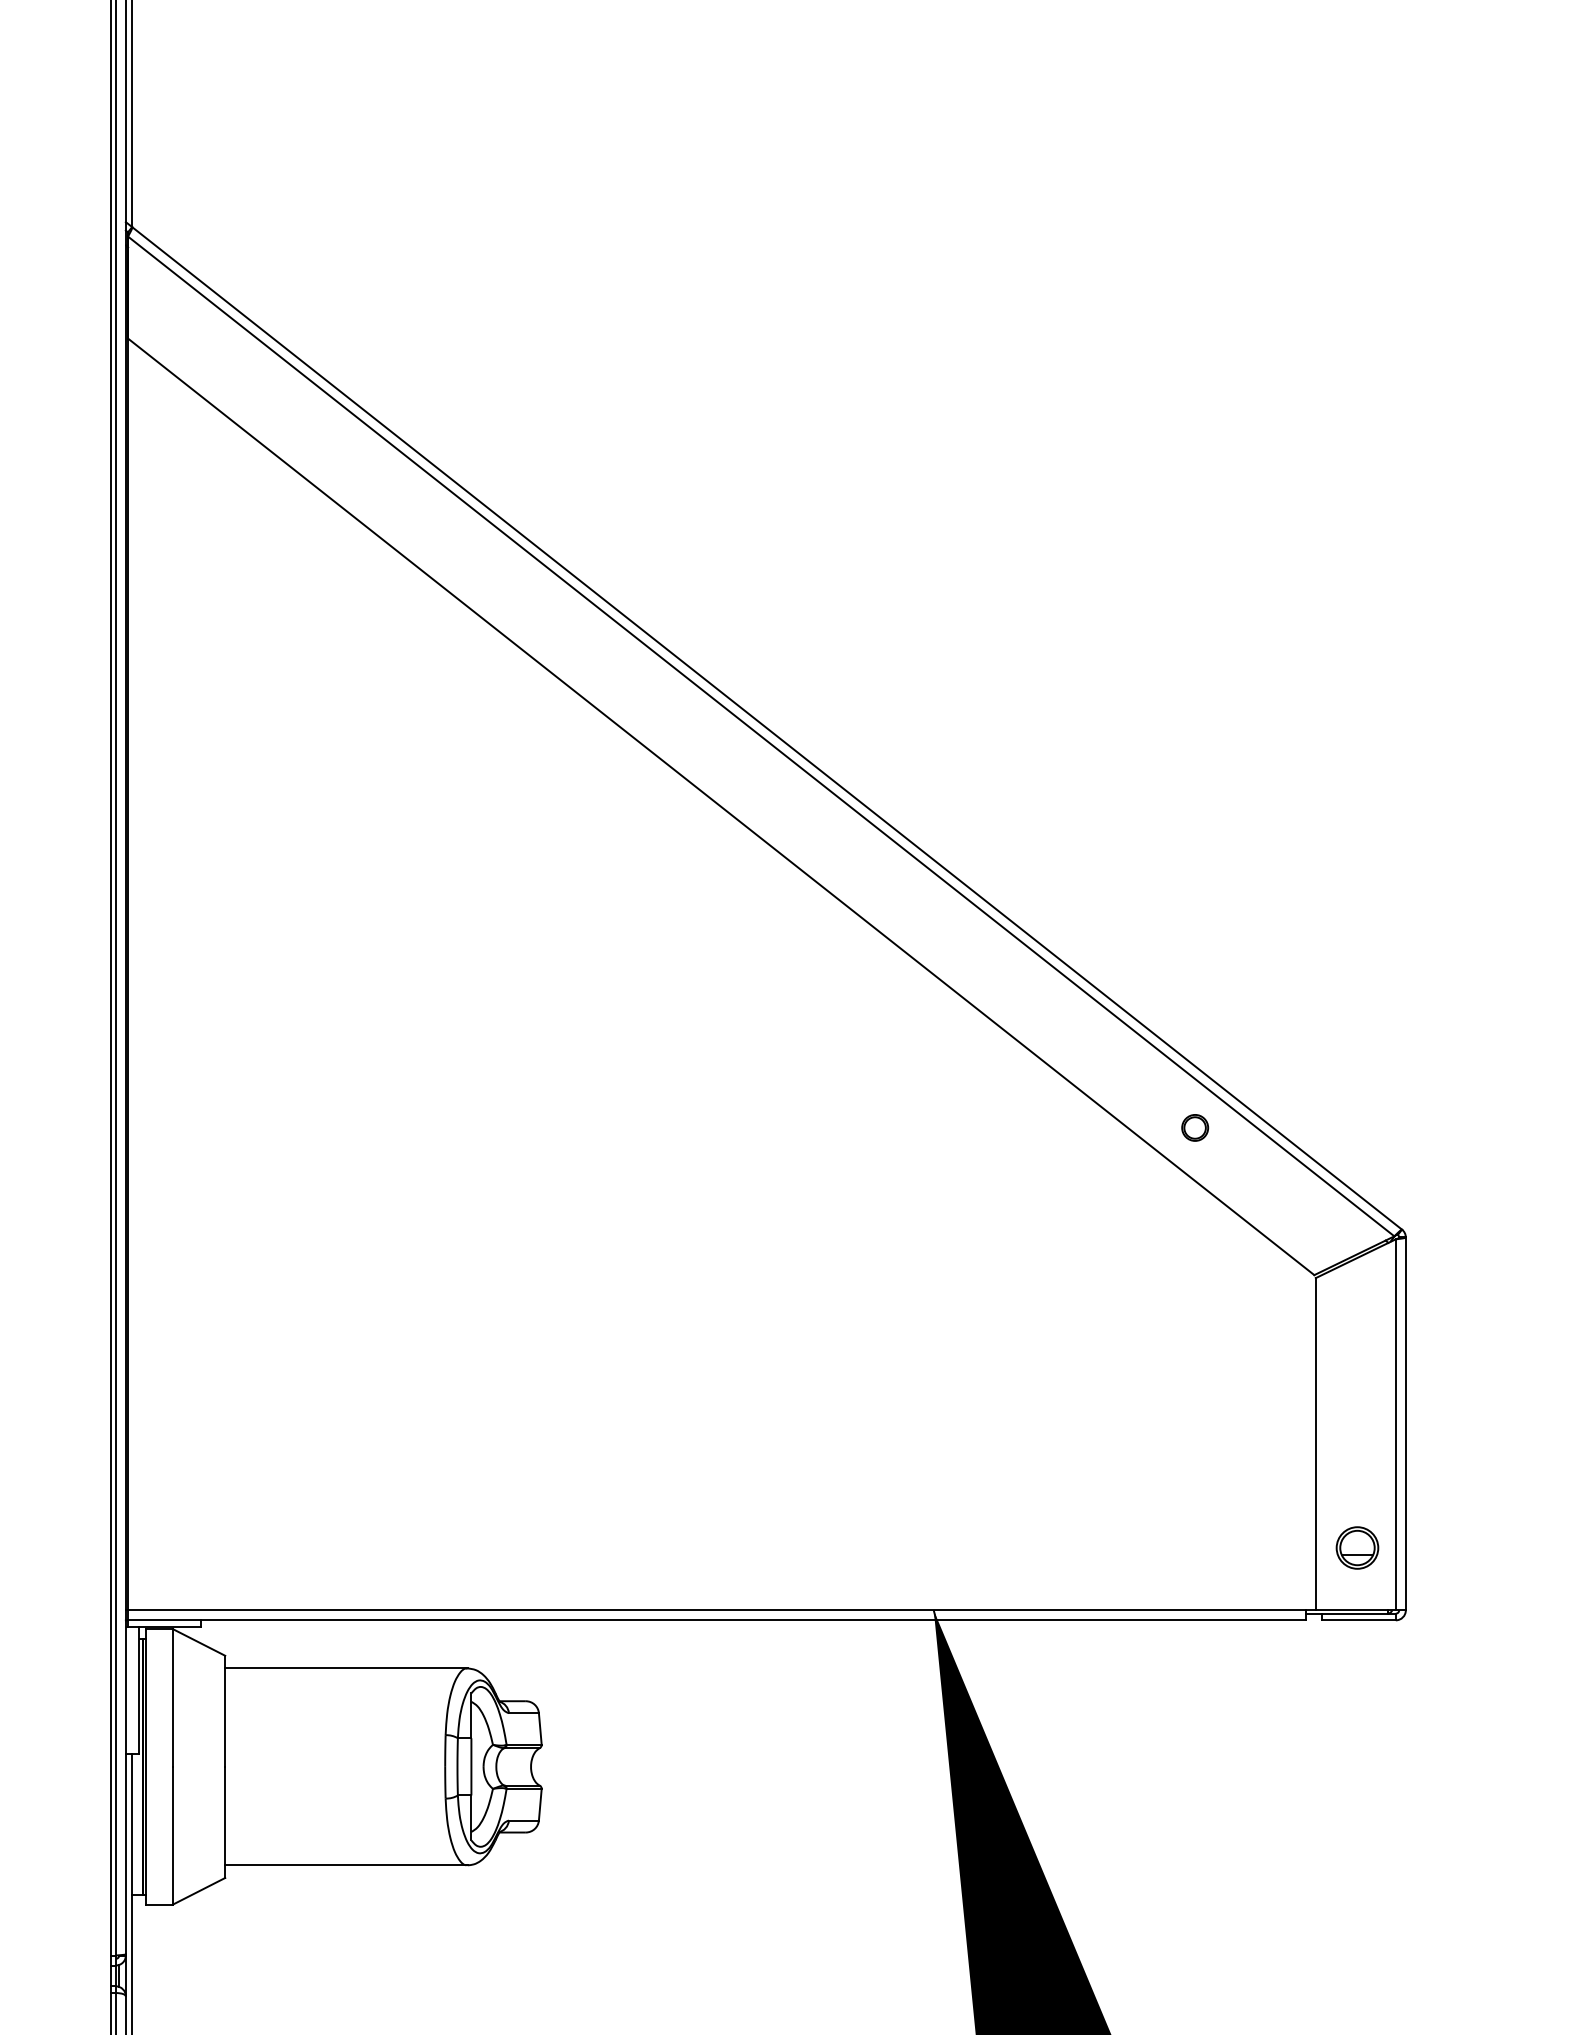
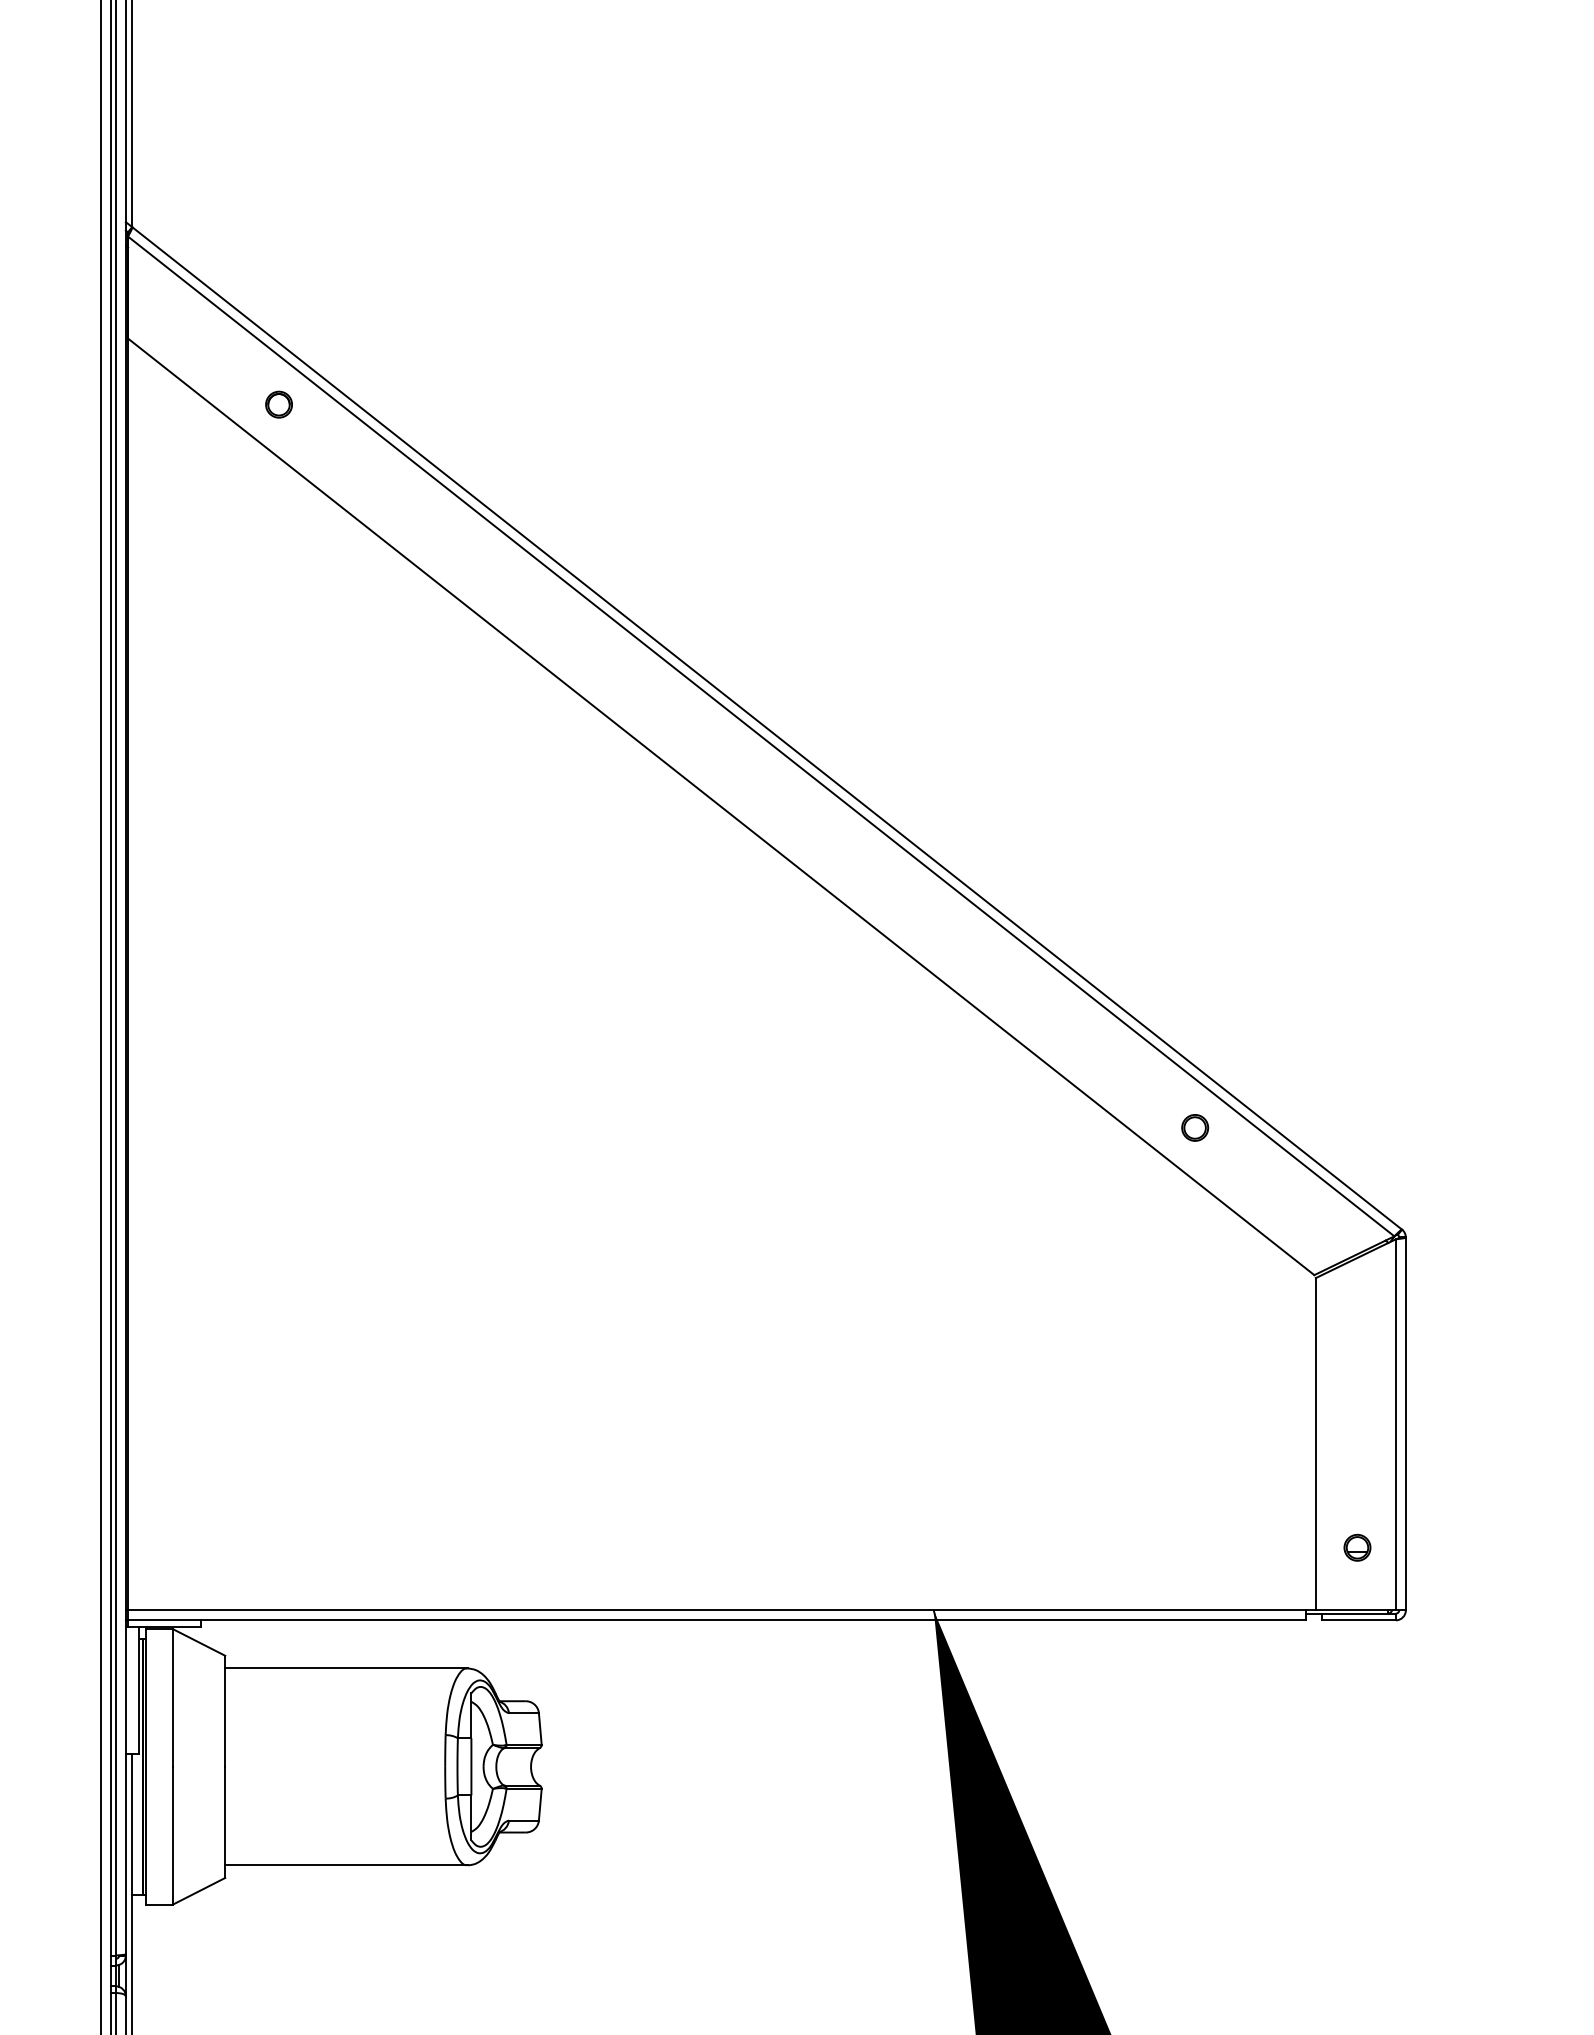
part at (278, 404): none -> present
line at (101, 1016): none -> present
part at (1357, 1547) size: 45x44 px -> 29x29 px
